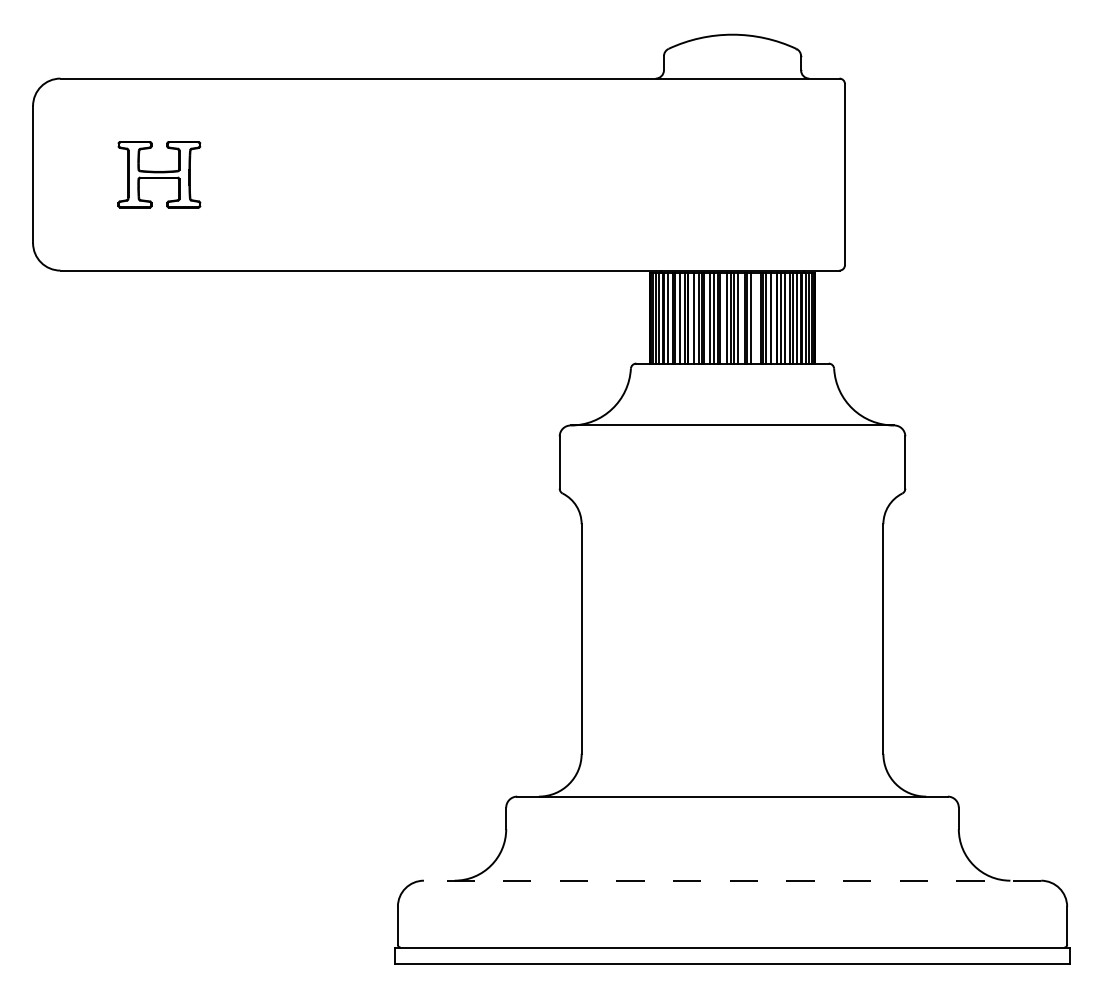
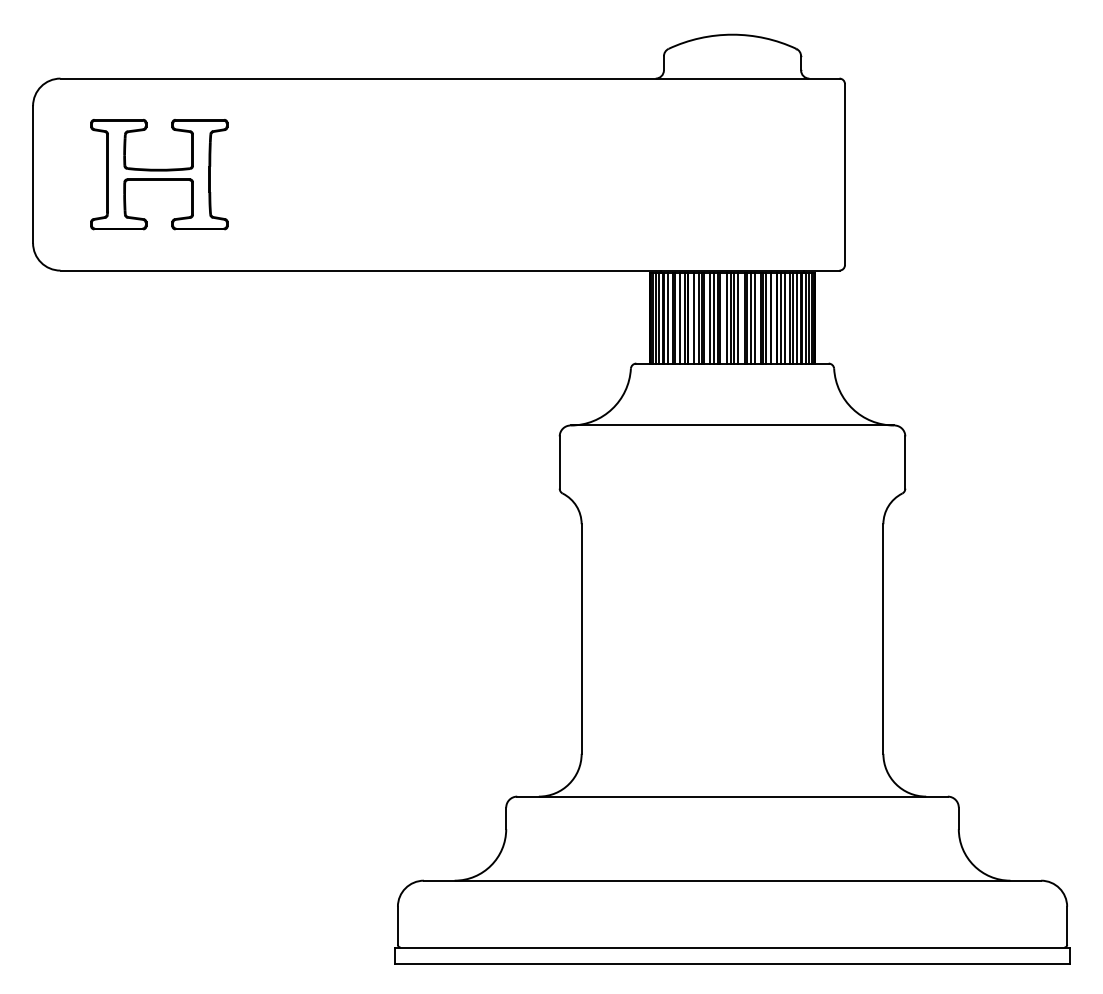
part at (159, 174) size: 85x68 px -> 139x112 px
line at (754, 318): none -> present
line at (732, 880): dashed -> solid
